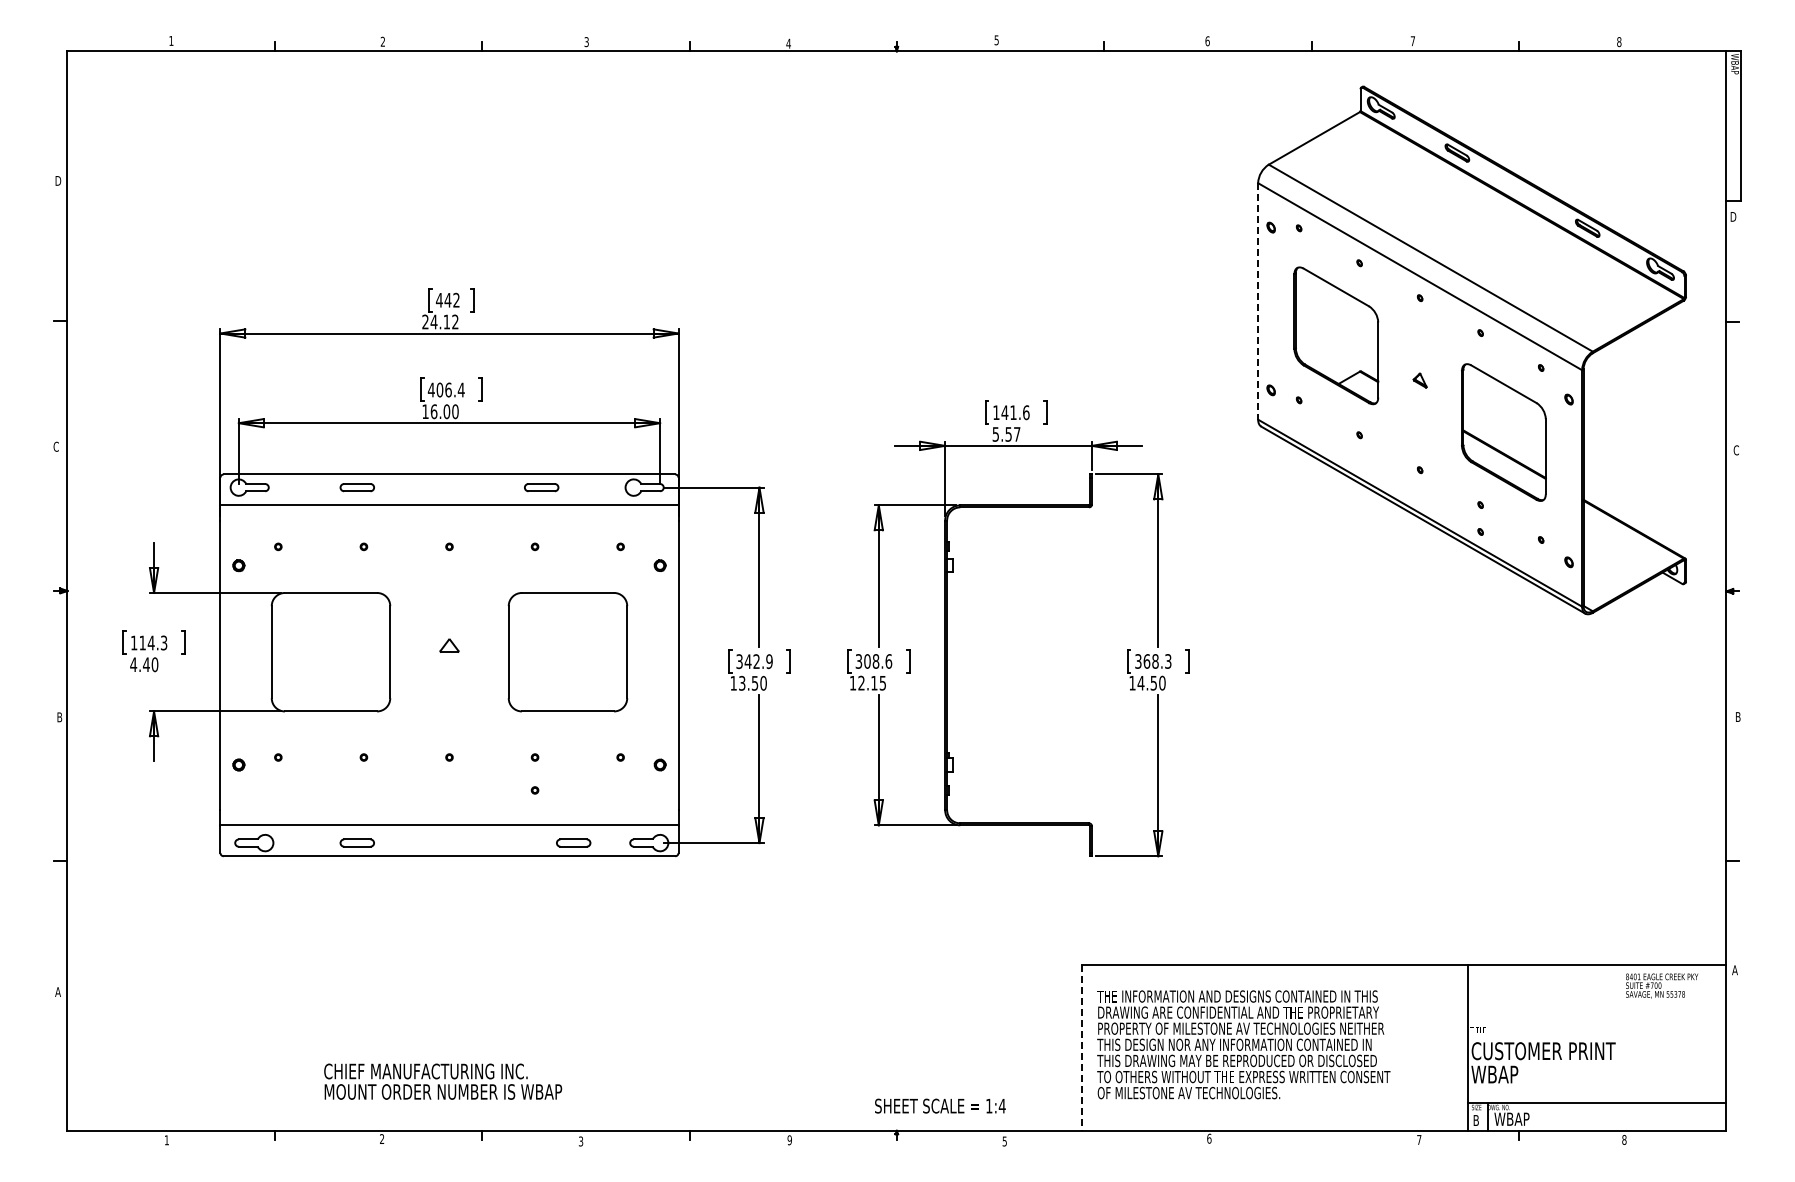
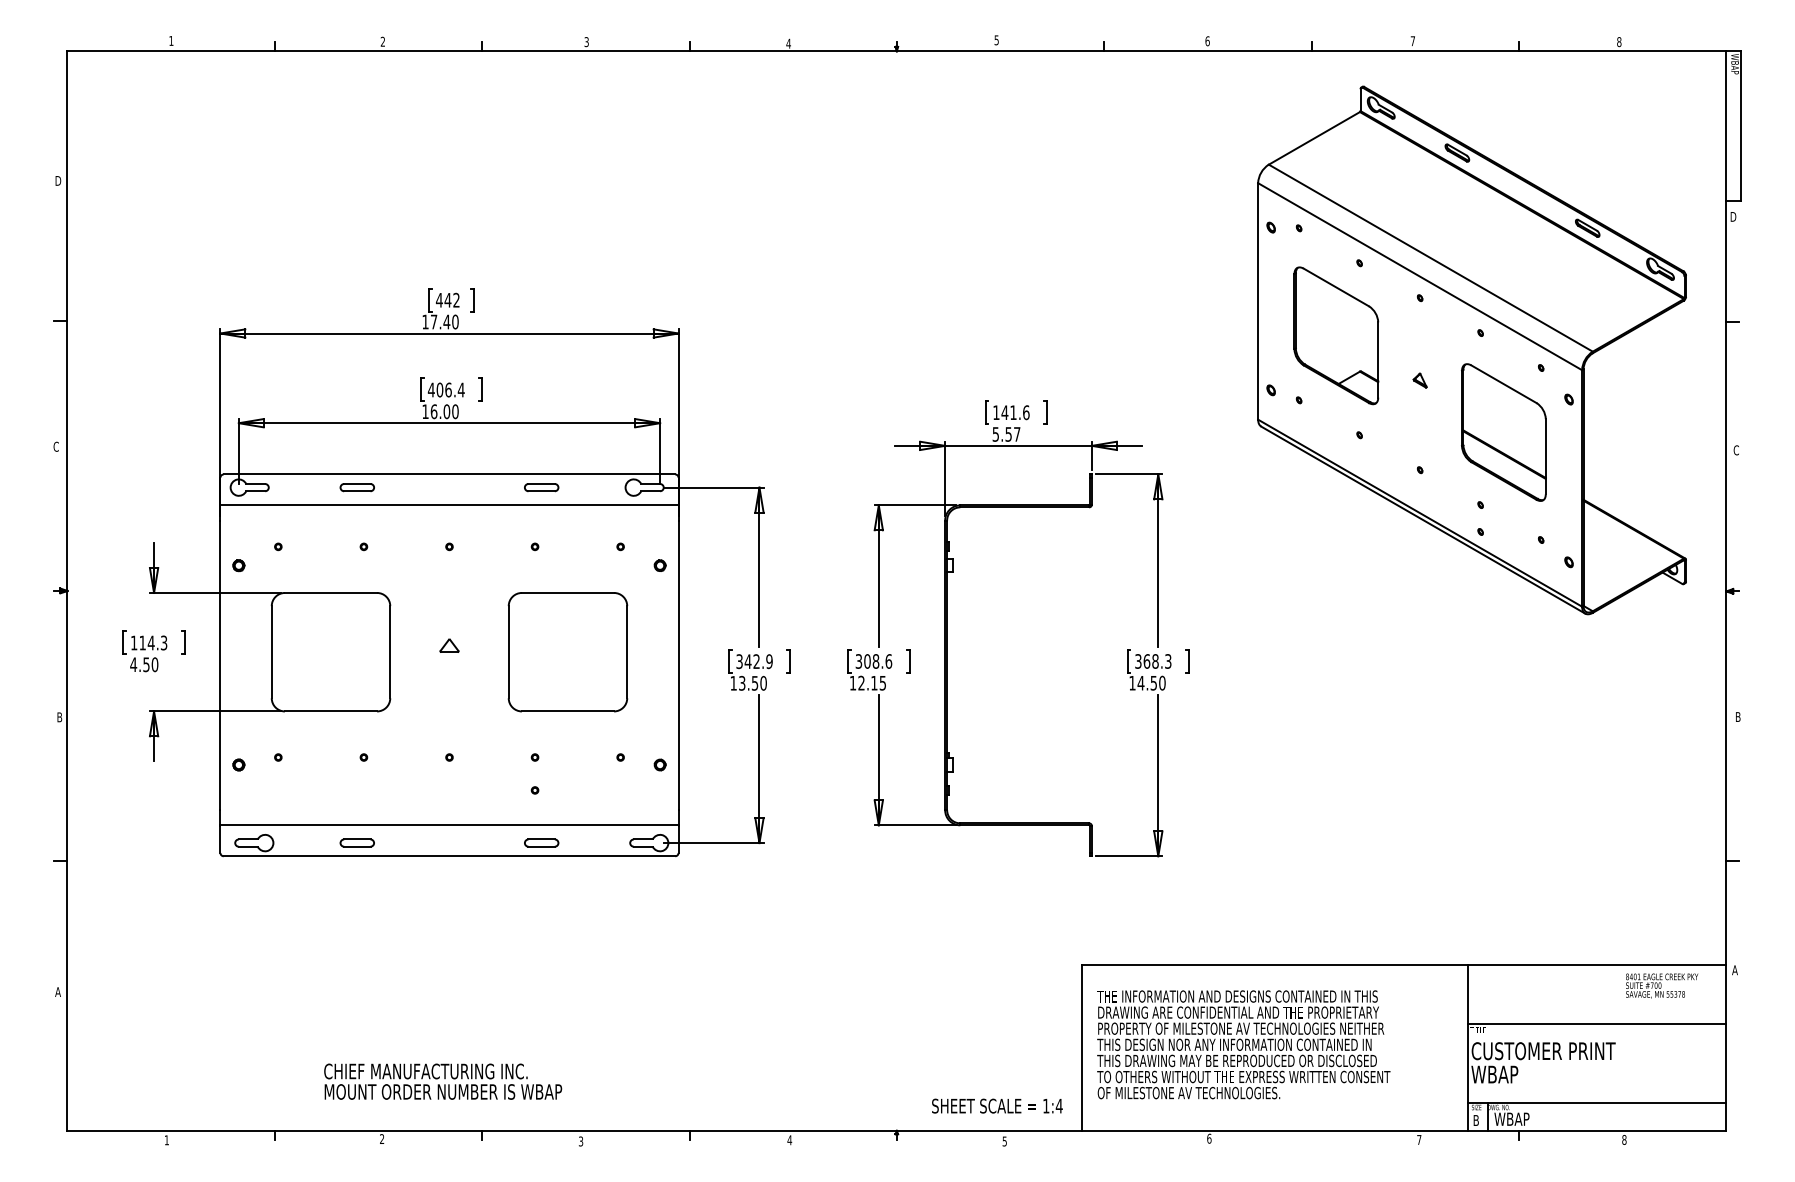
line at (1258, 301): dashed -> solid
text at (440, 321): 24.12 -> 17.40
text at (146, 664): 4.40 -> 4.50
part at (573, 842) position: (573, 842) -> (541, 842)
line at (1596, 1023): none -> present
line at (1081, 1048): dashed -> solid
text at (940, 1105) position: (940, 1105) -> (997, 1105)
text at (789, 1140): 9 -> 4
